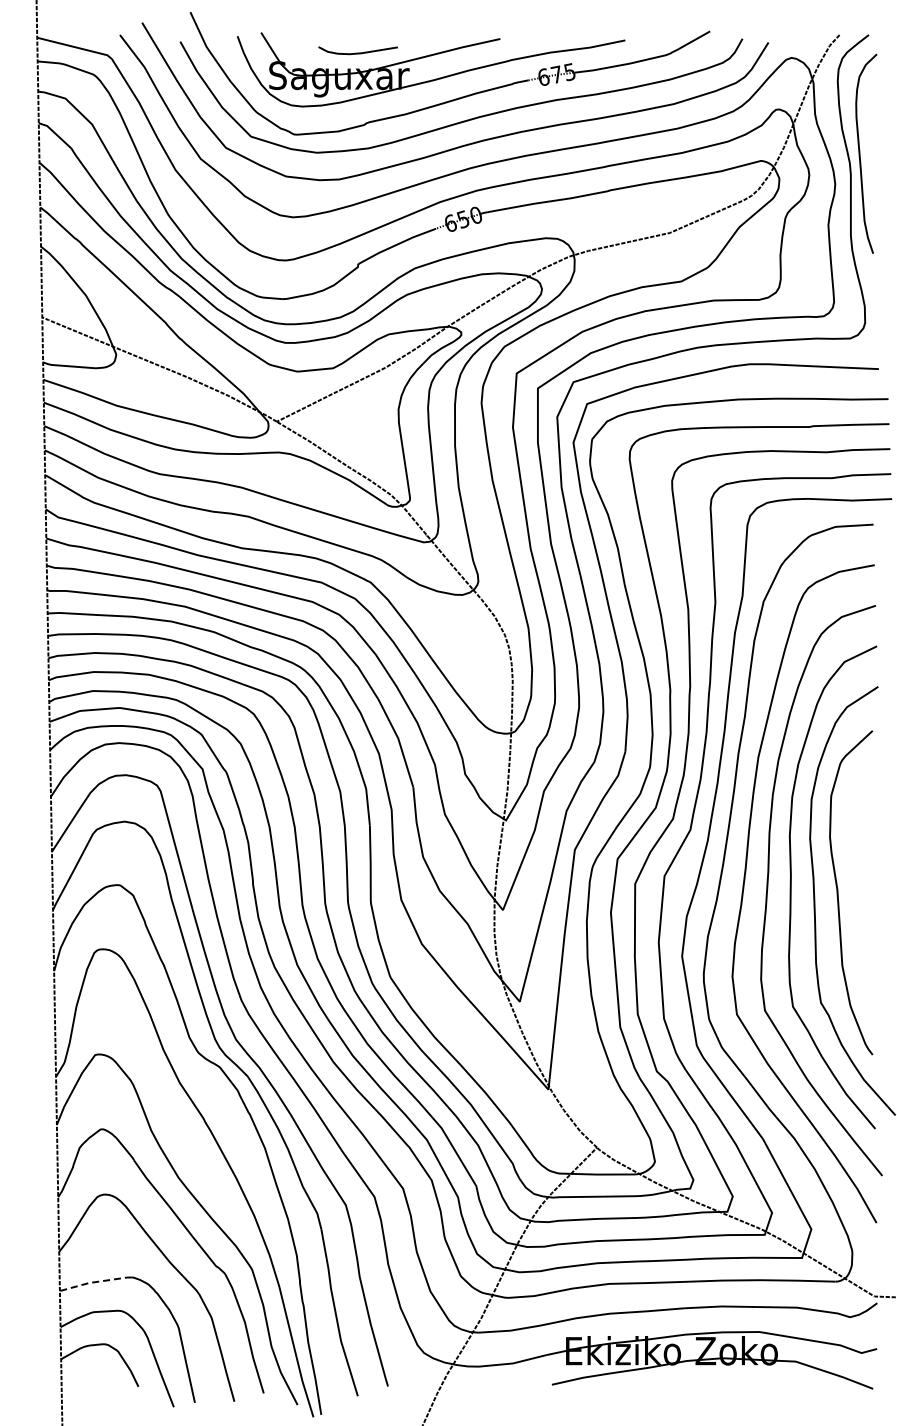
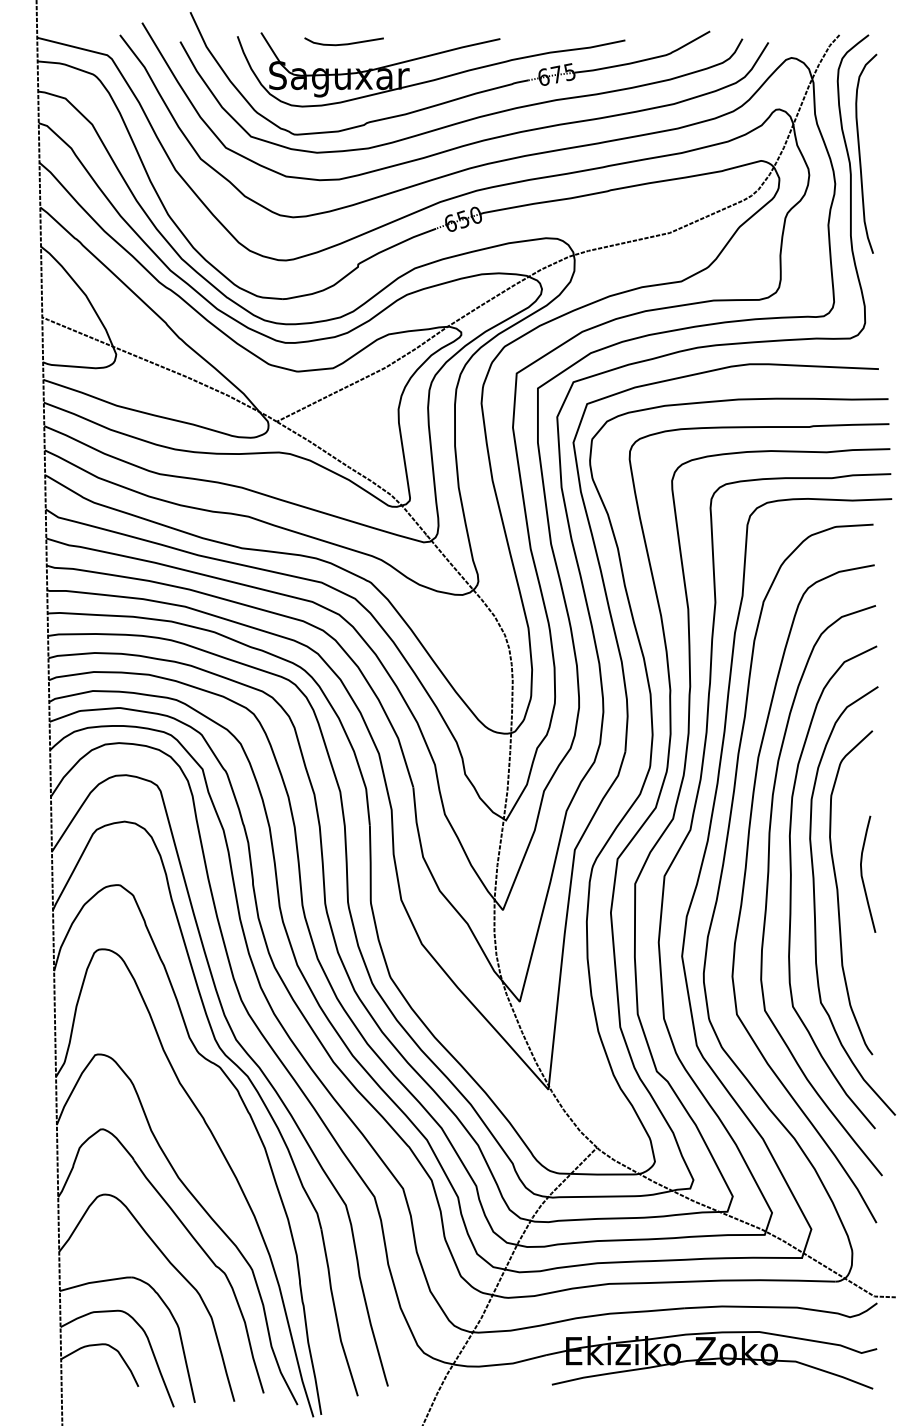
curve at (357, 52) position: (357, 52) -> (343, 43)
curve at (862, 873): none -> present
line at (94, 1282): dashed -> solid
